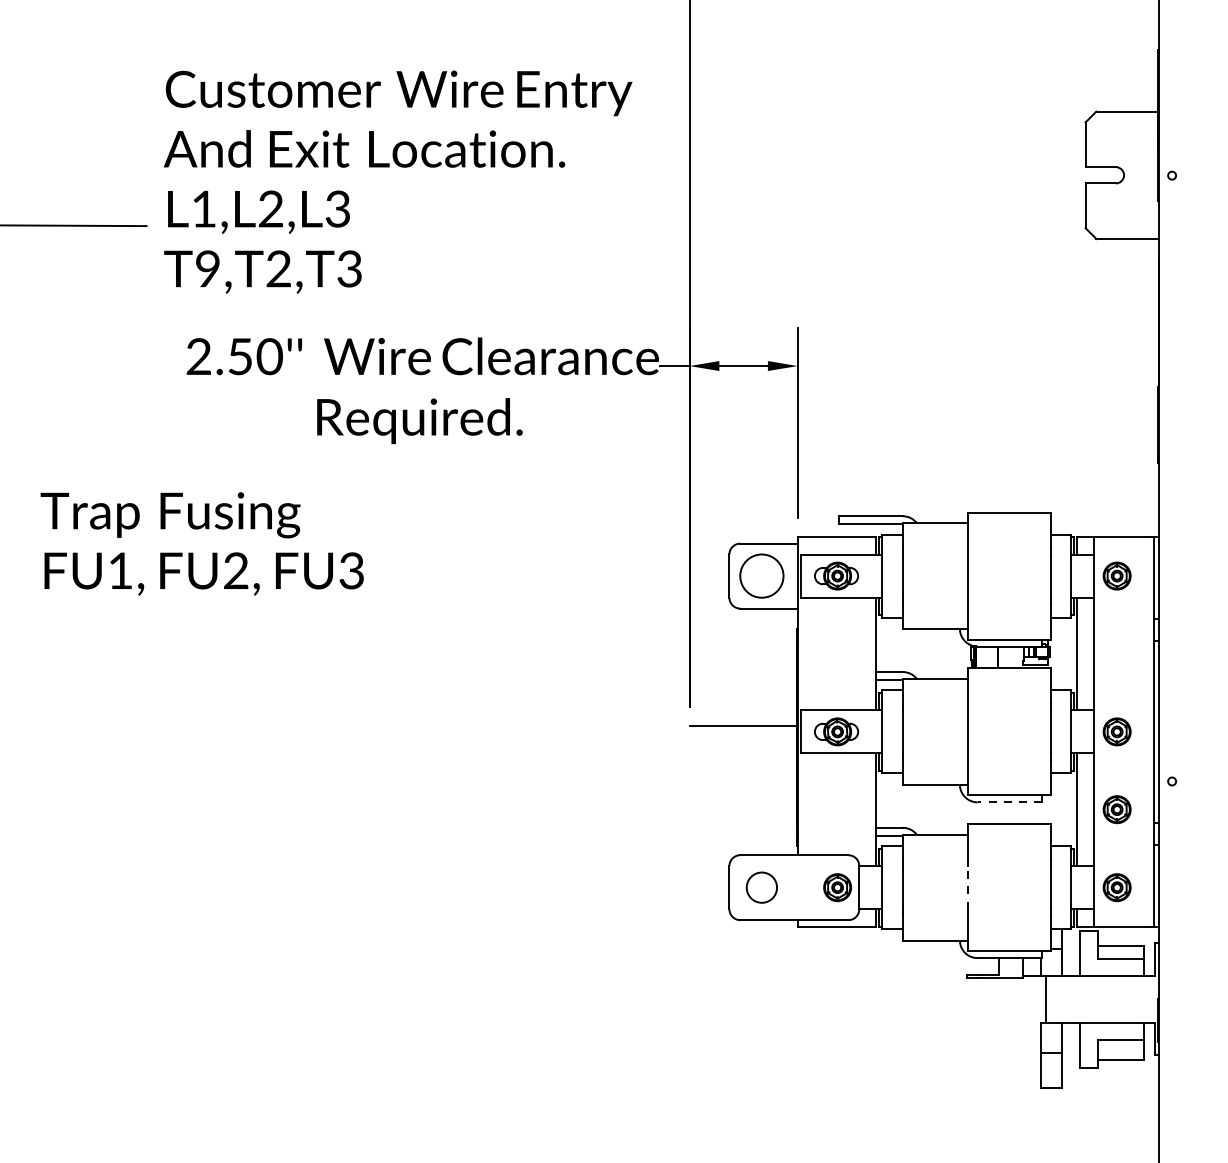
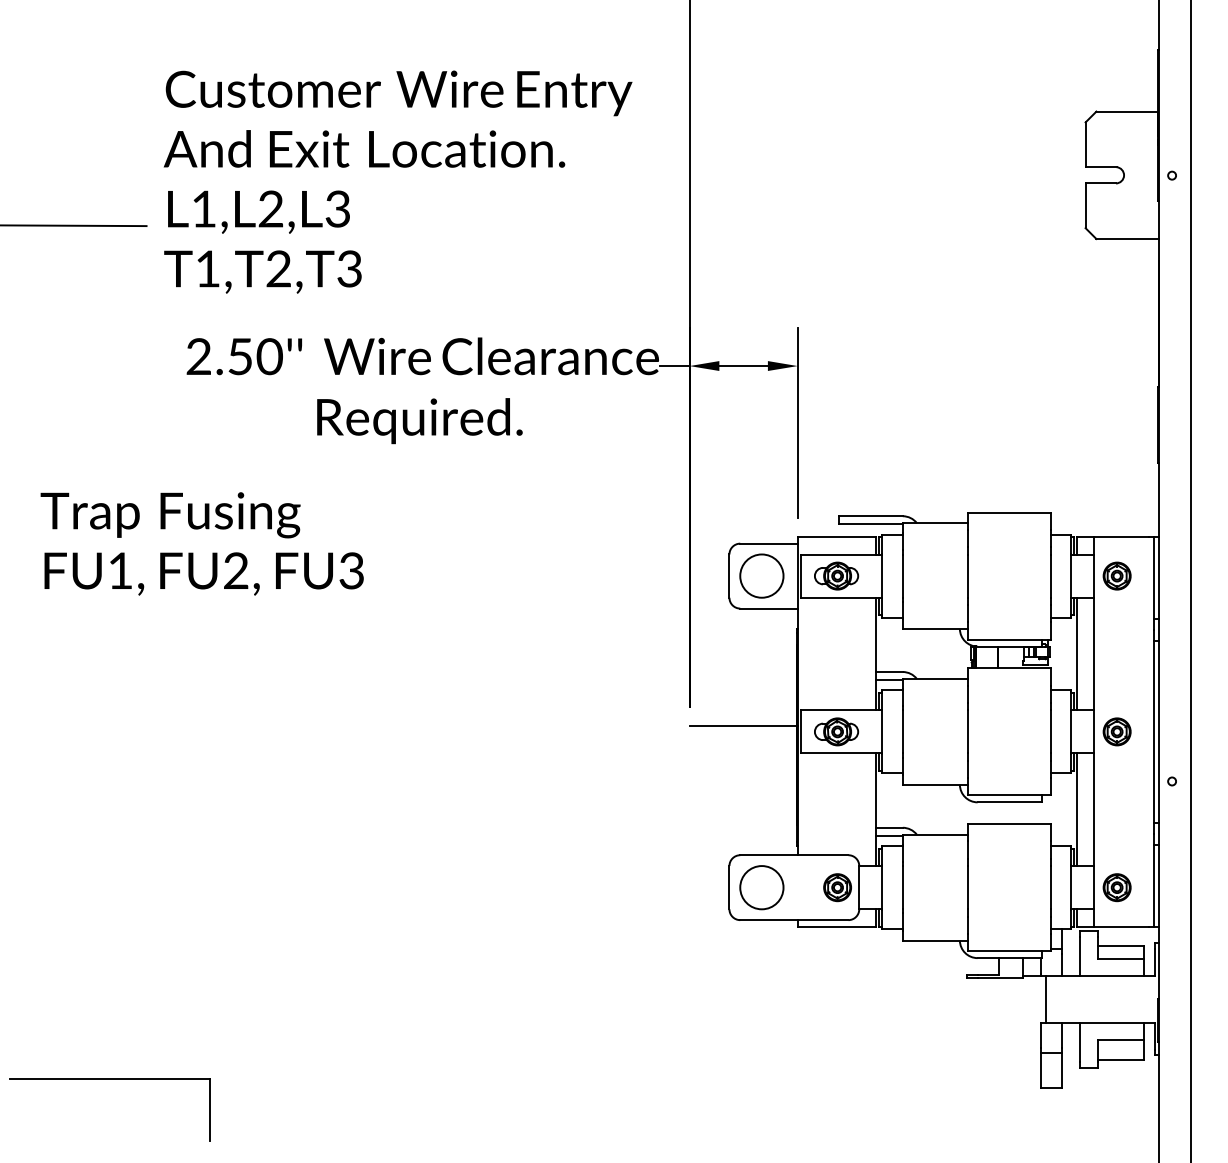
text at (207, 268): T9,T2,T3 -> T1,T2,T3
line at (1191, 580): none -> present
line at (1009, 802): dashed -> solid
part at (1116, 809): present -> none
circle at (761, 887) diameter: 30 px -> 43 px
line at (968, 887): dashed -> solid
part at (109, 1079): none -> present
